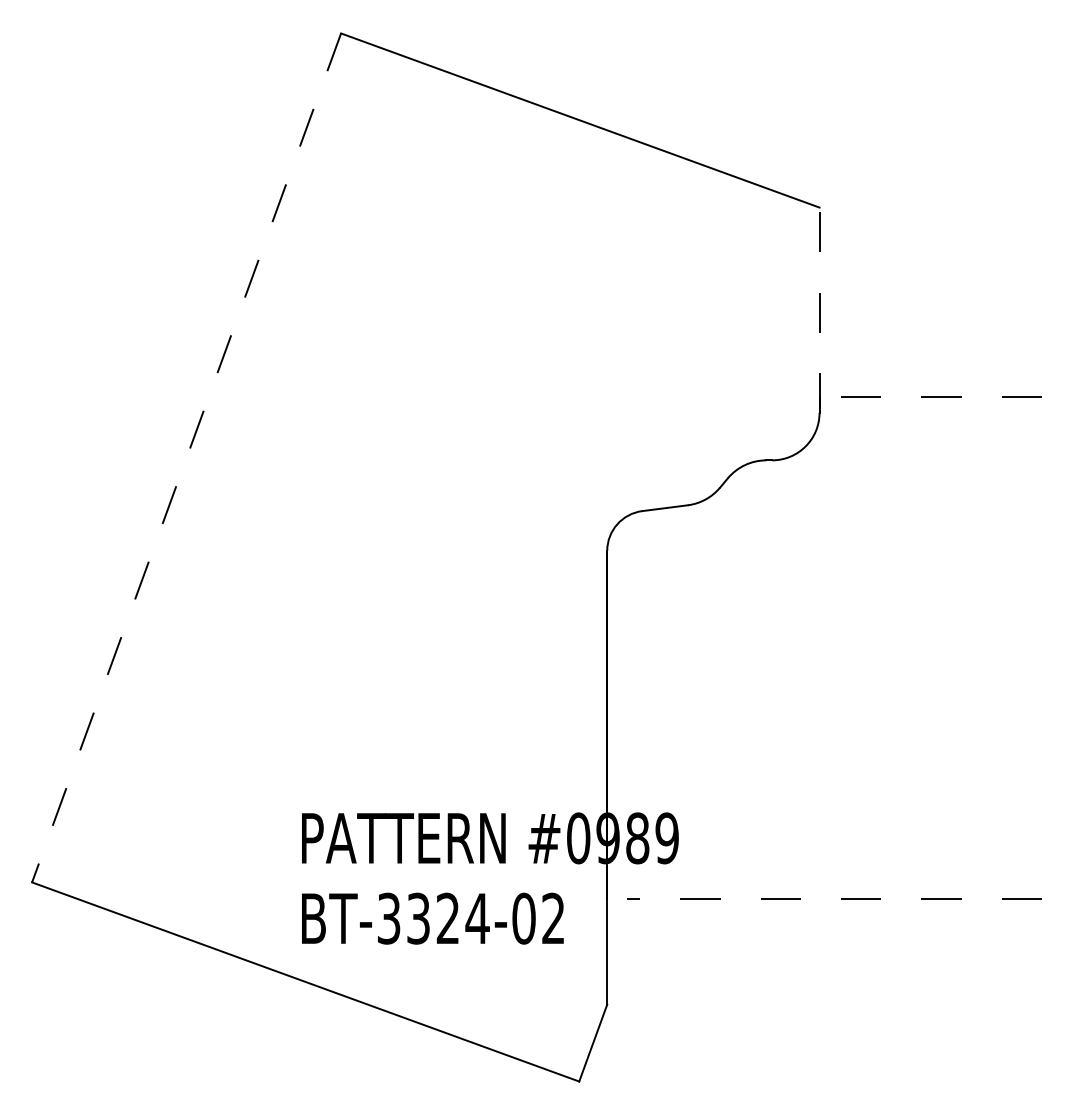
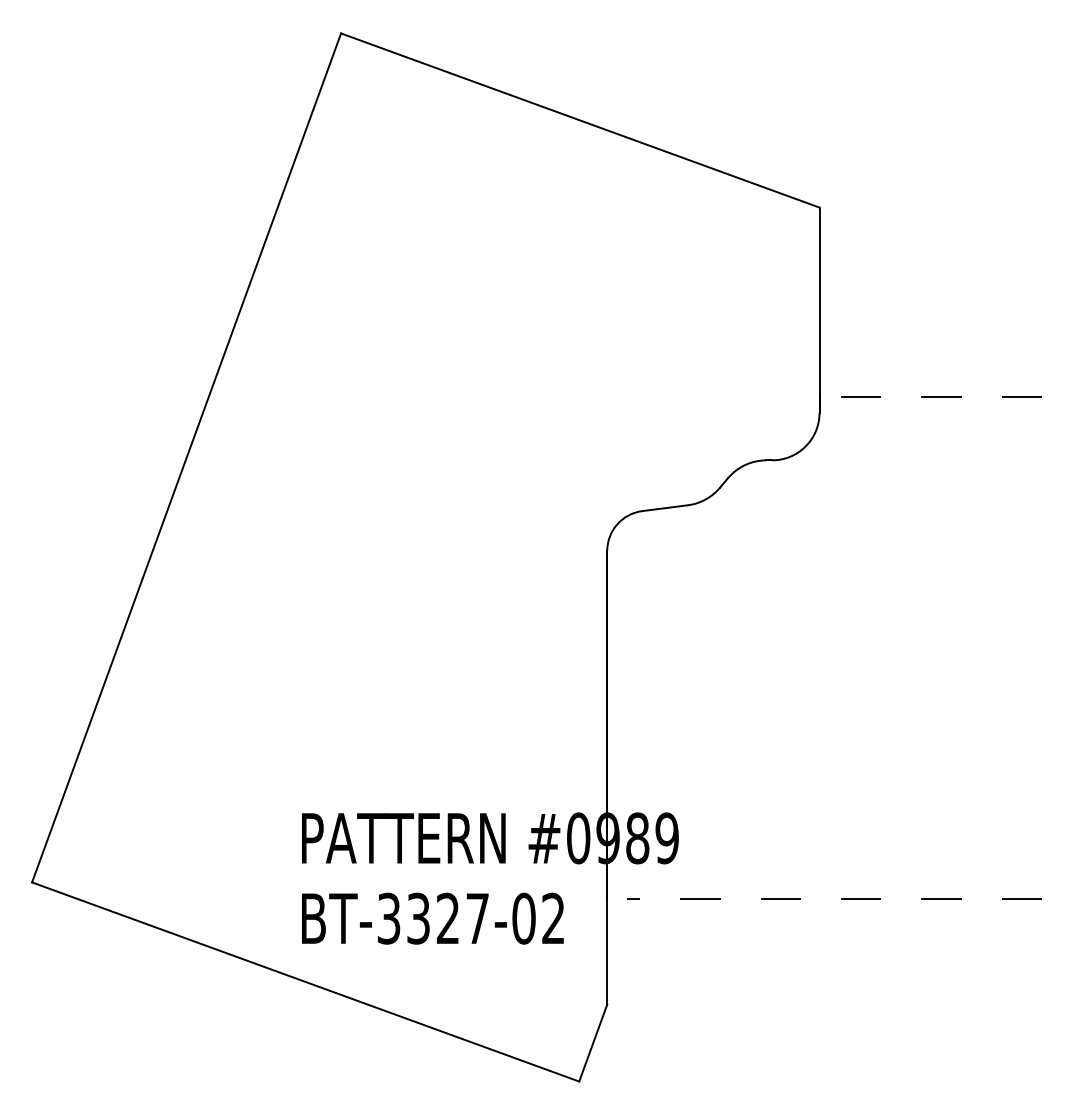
line at (819, 310): dashed -> solid
line at (186, 457): dashed -> solid
text at (477, 918): BT-3324-02 -> BT-3327-02
